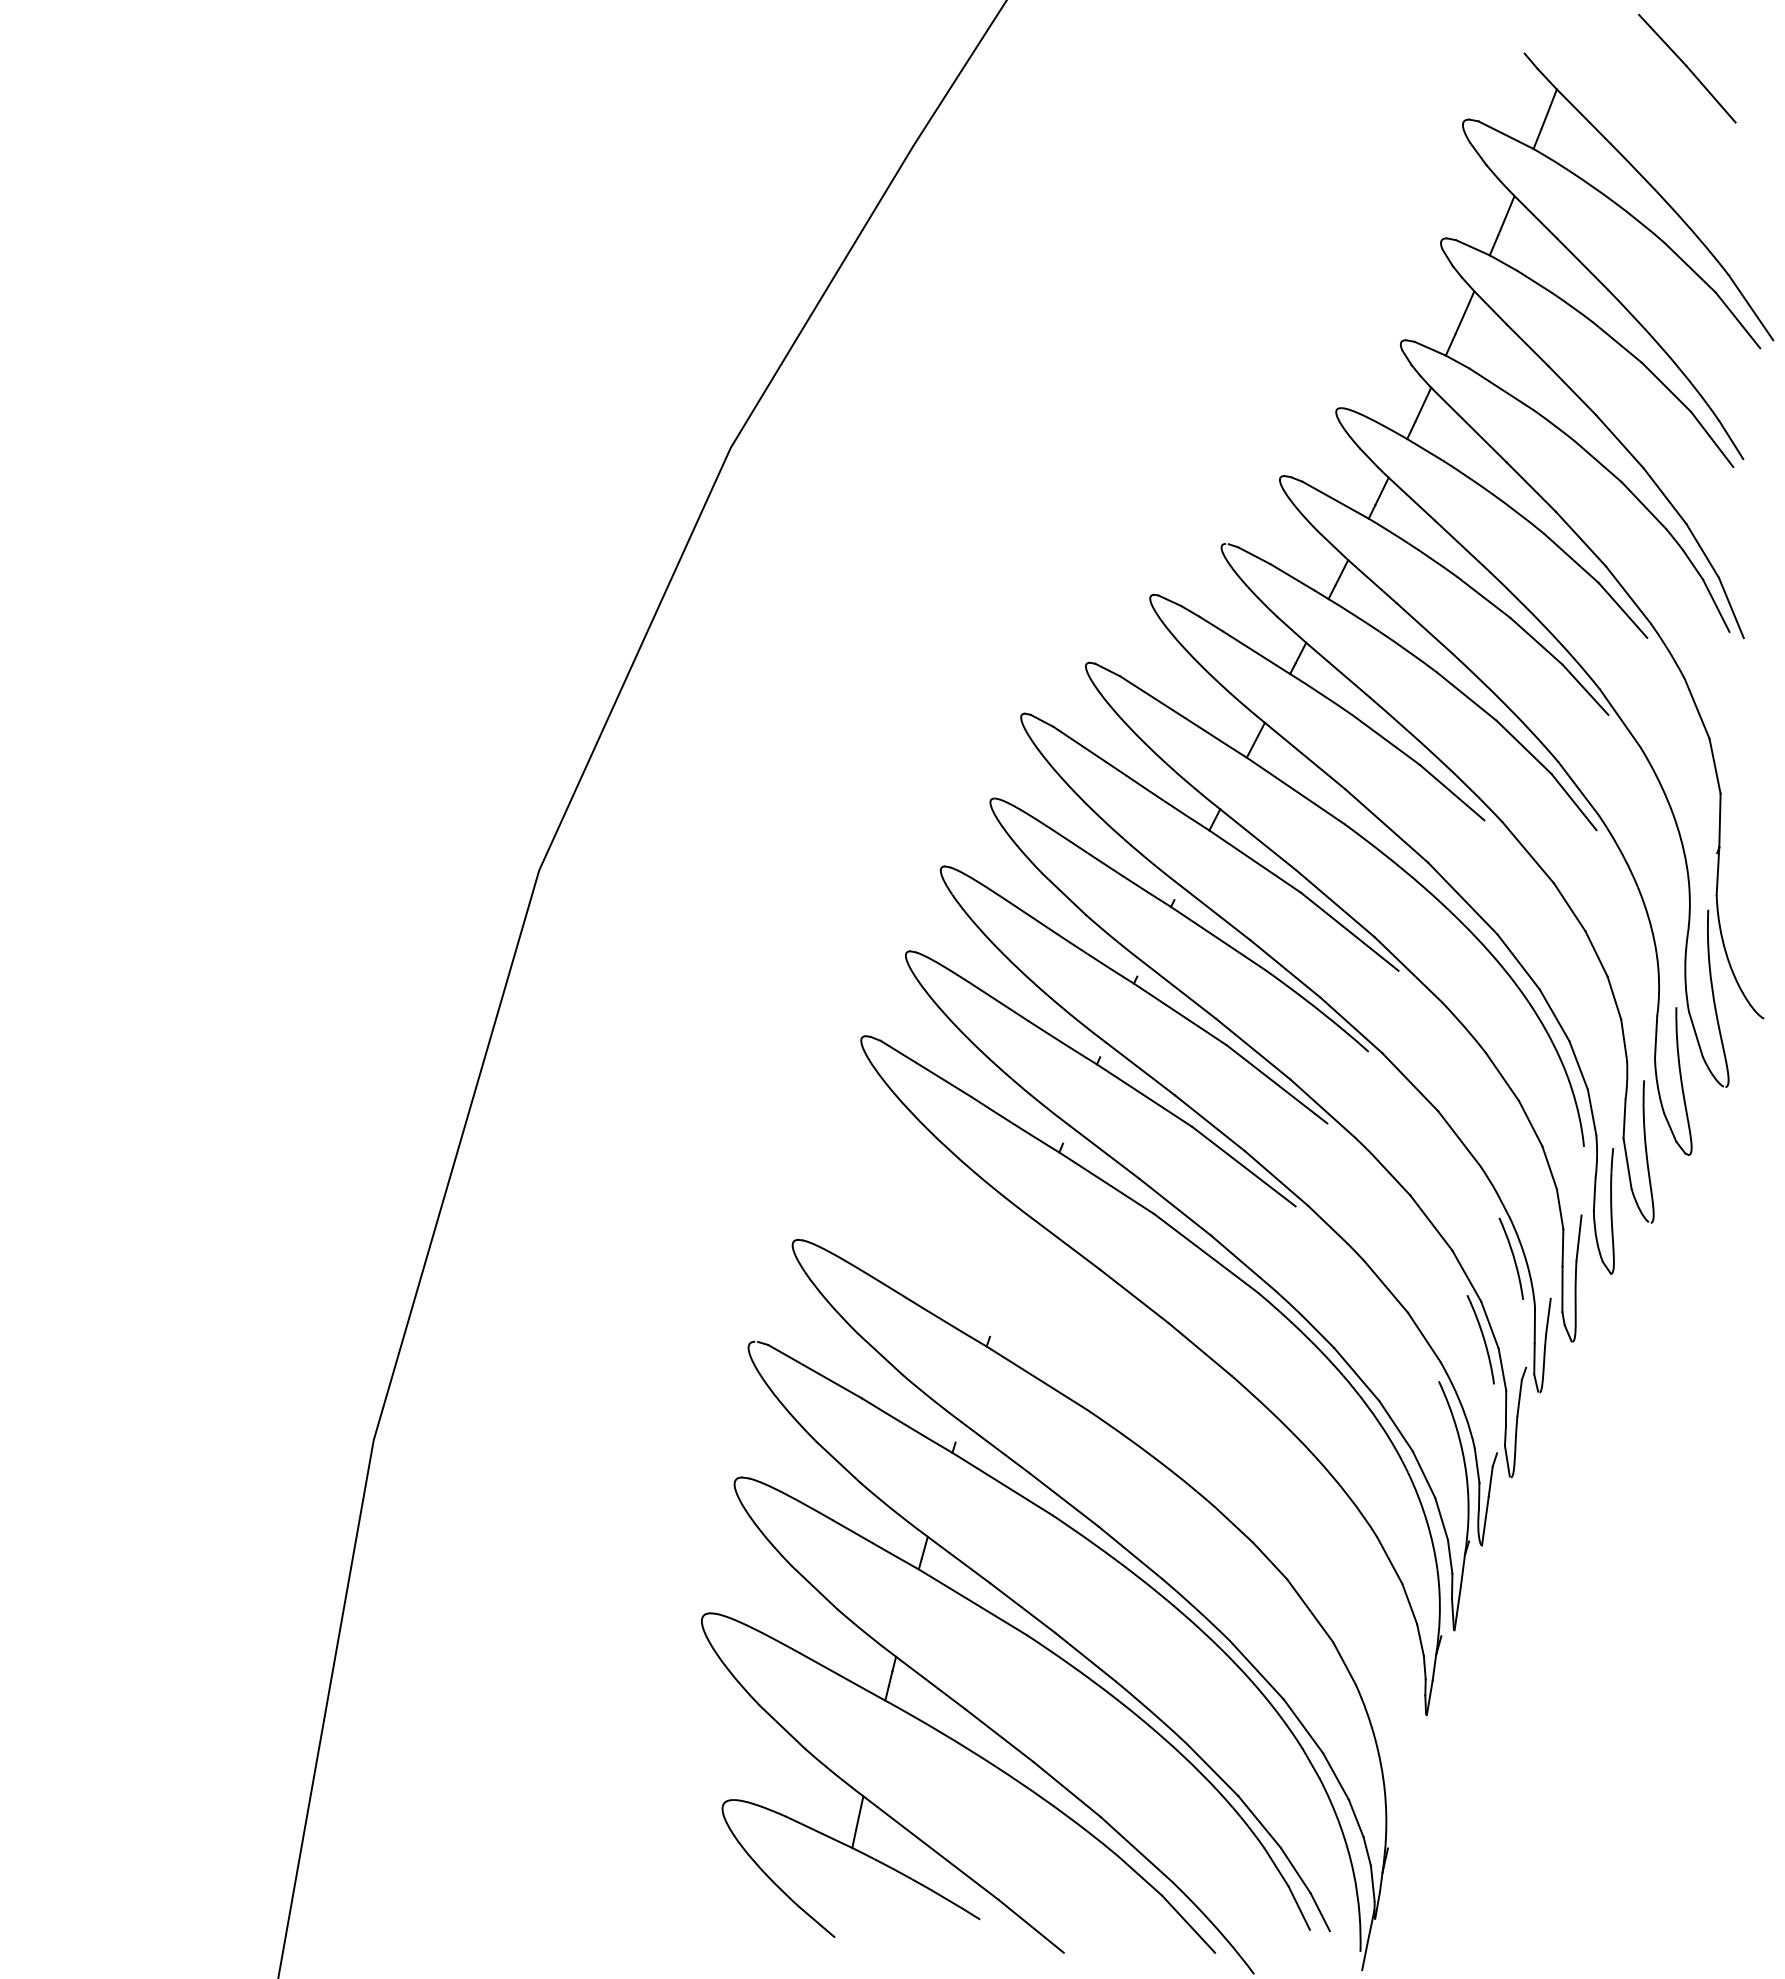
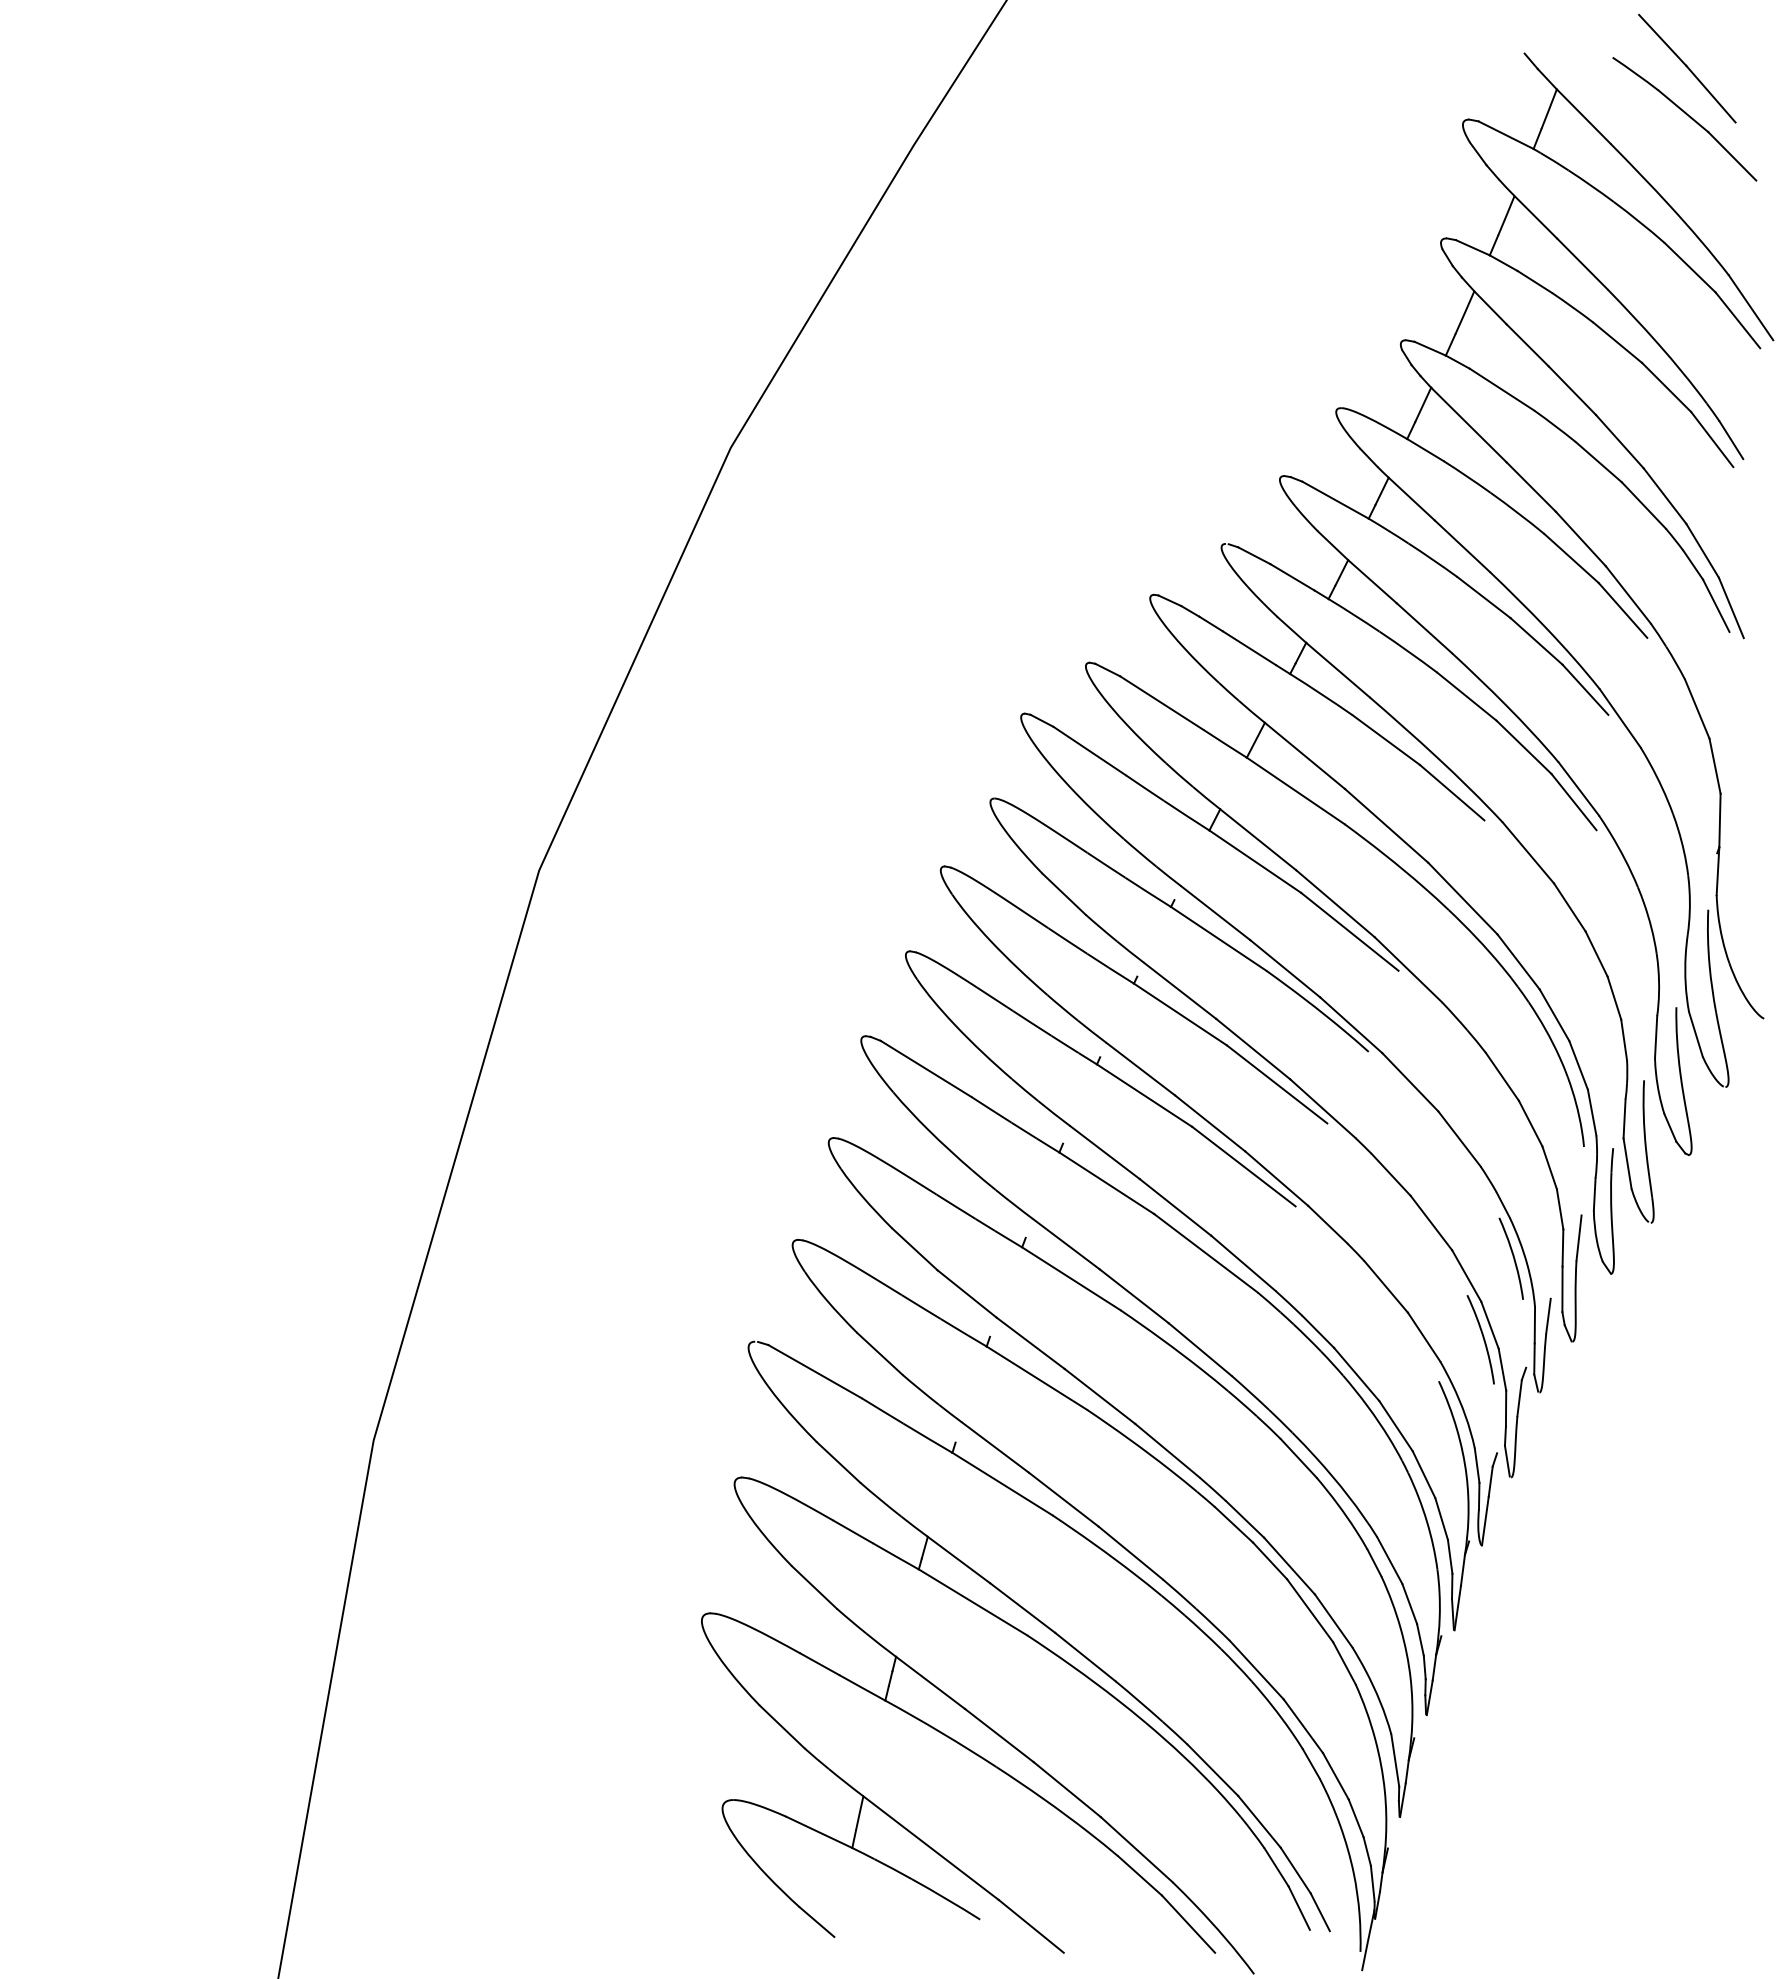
part at (1684, 119): none -> present
part at (1154, 1441): none -> present
